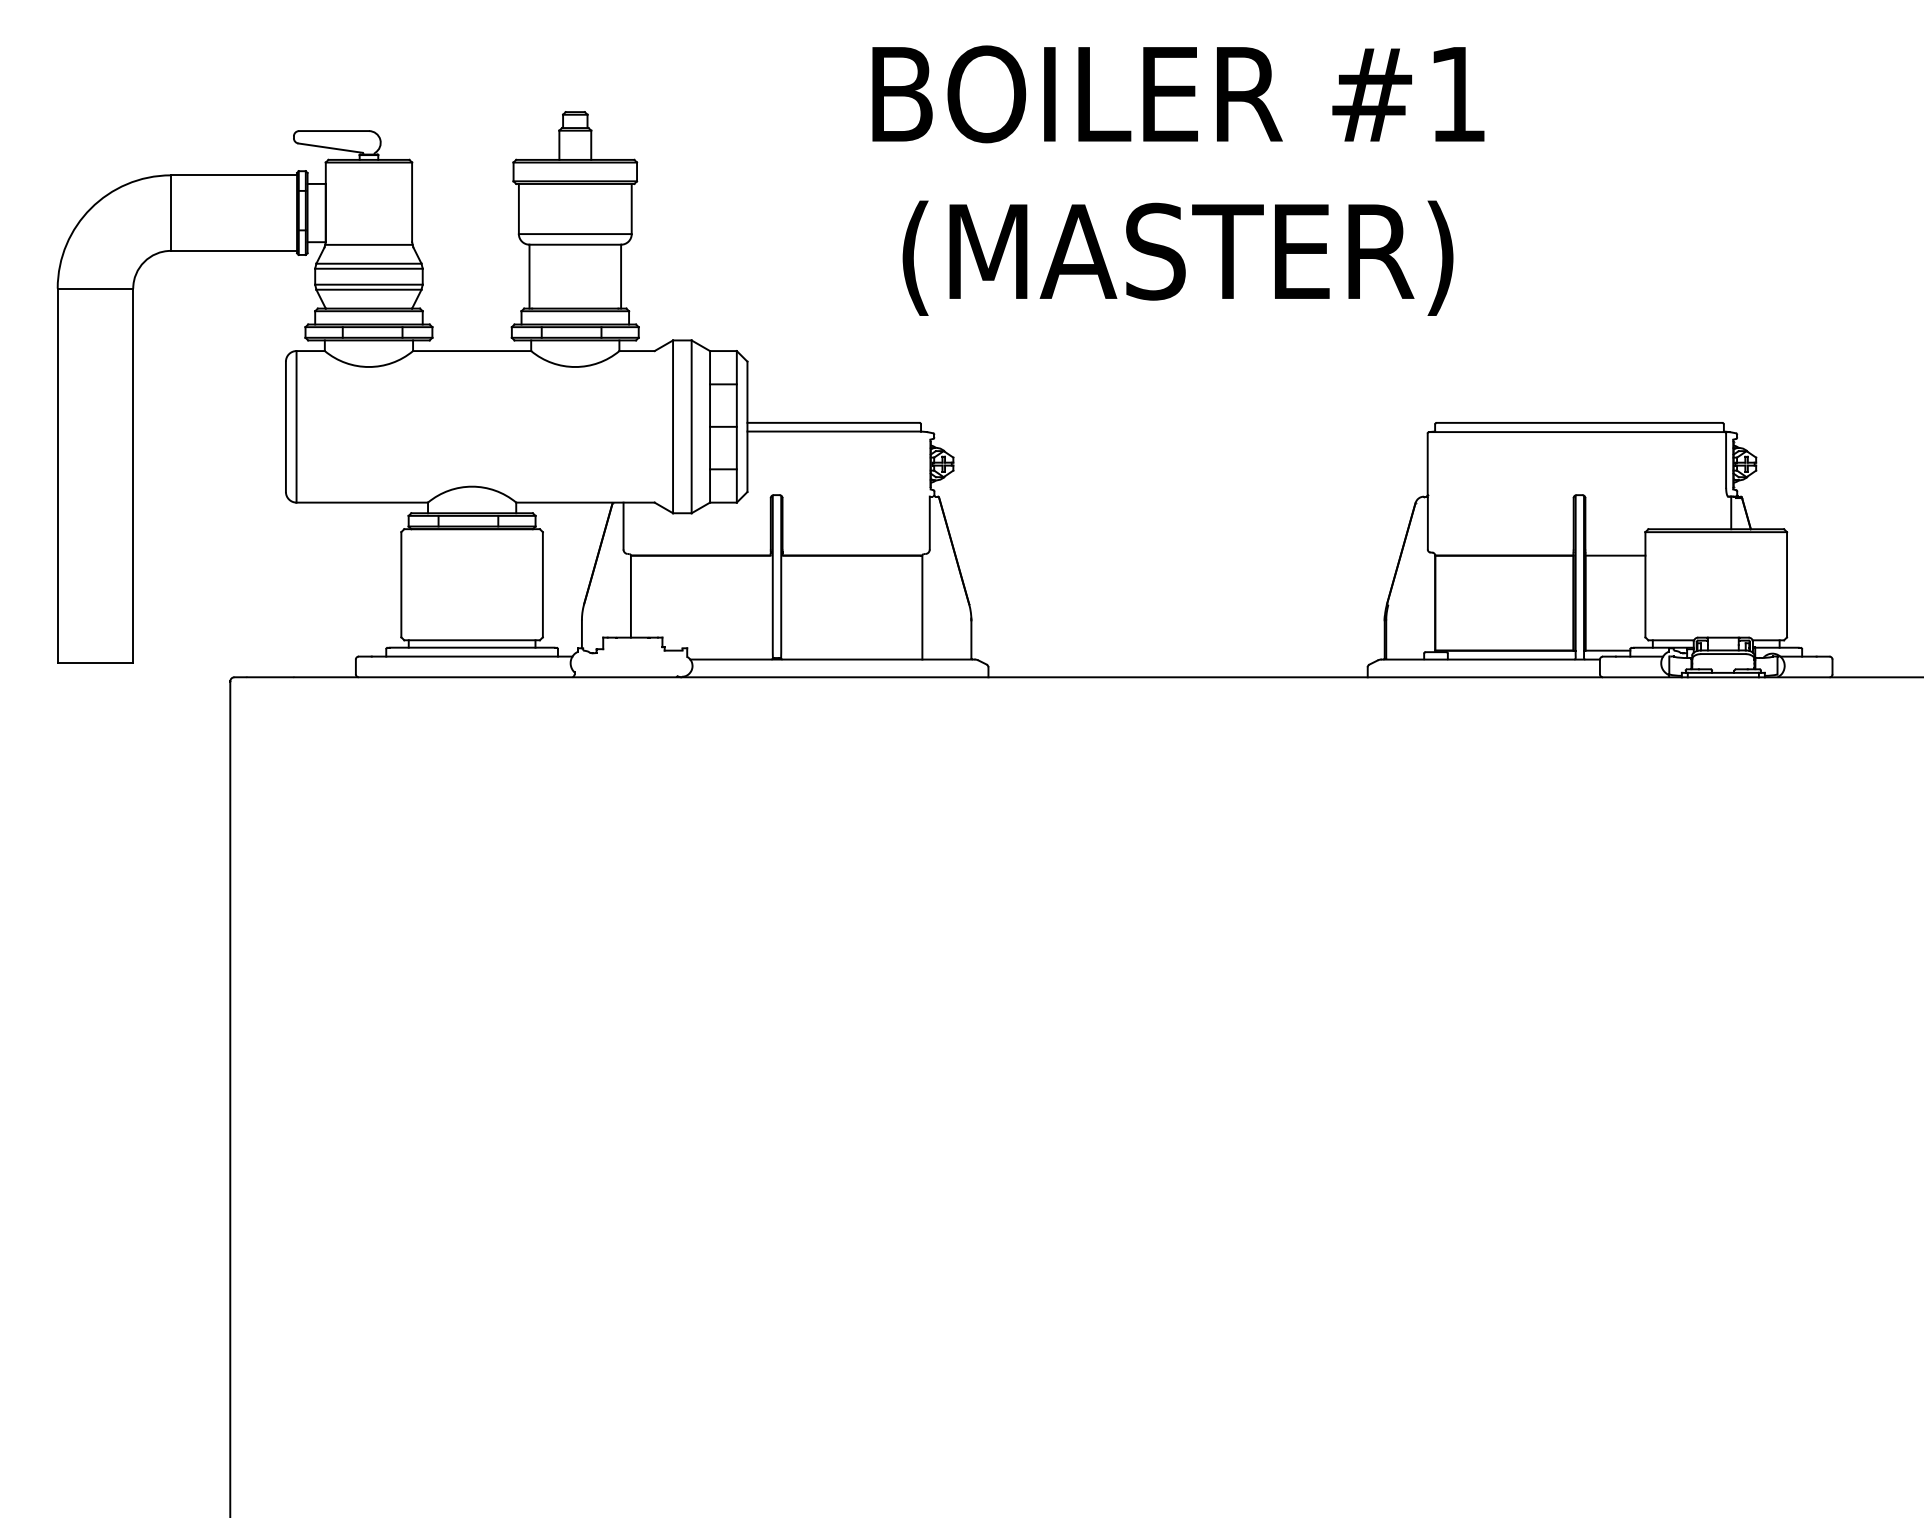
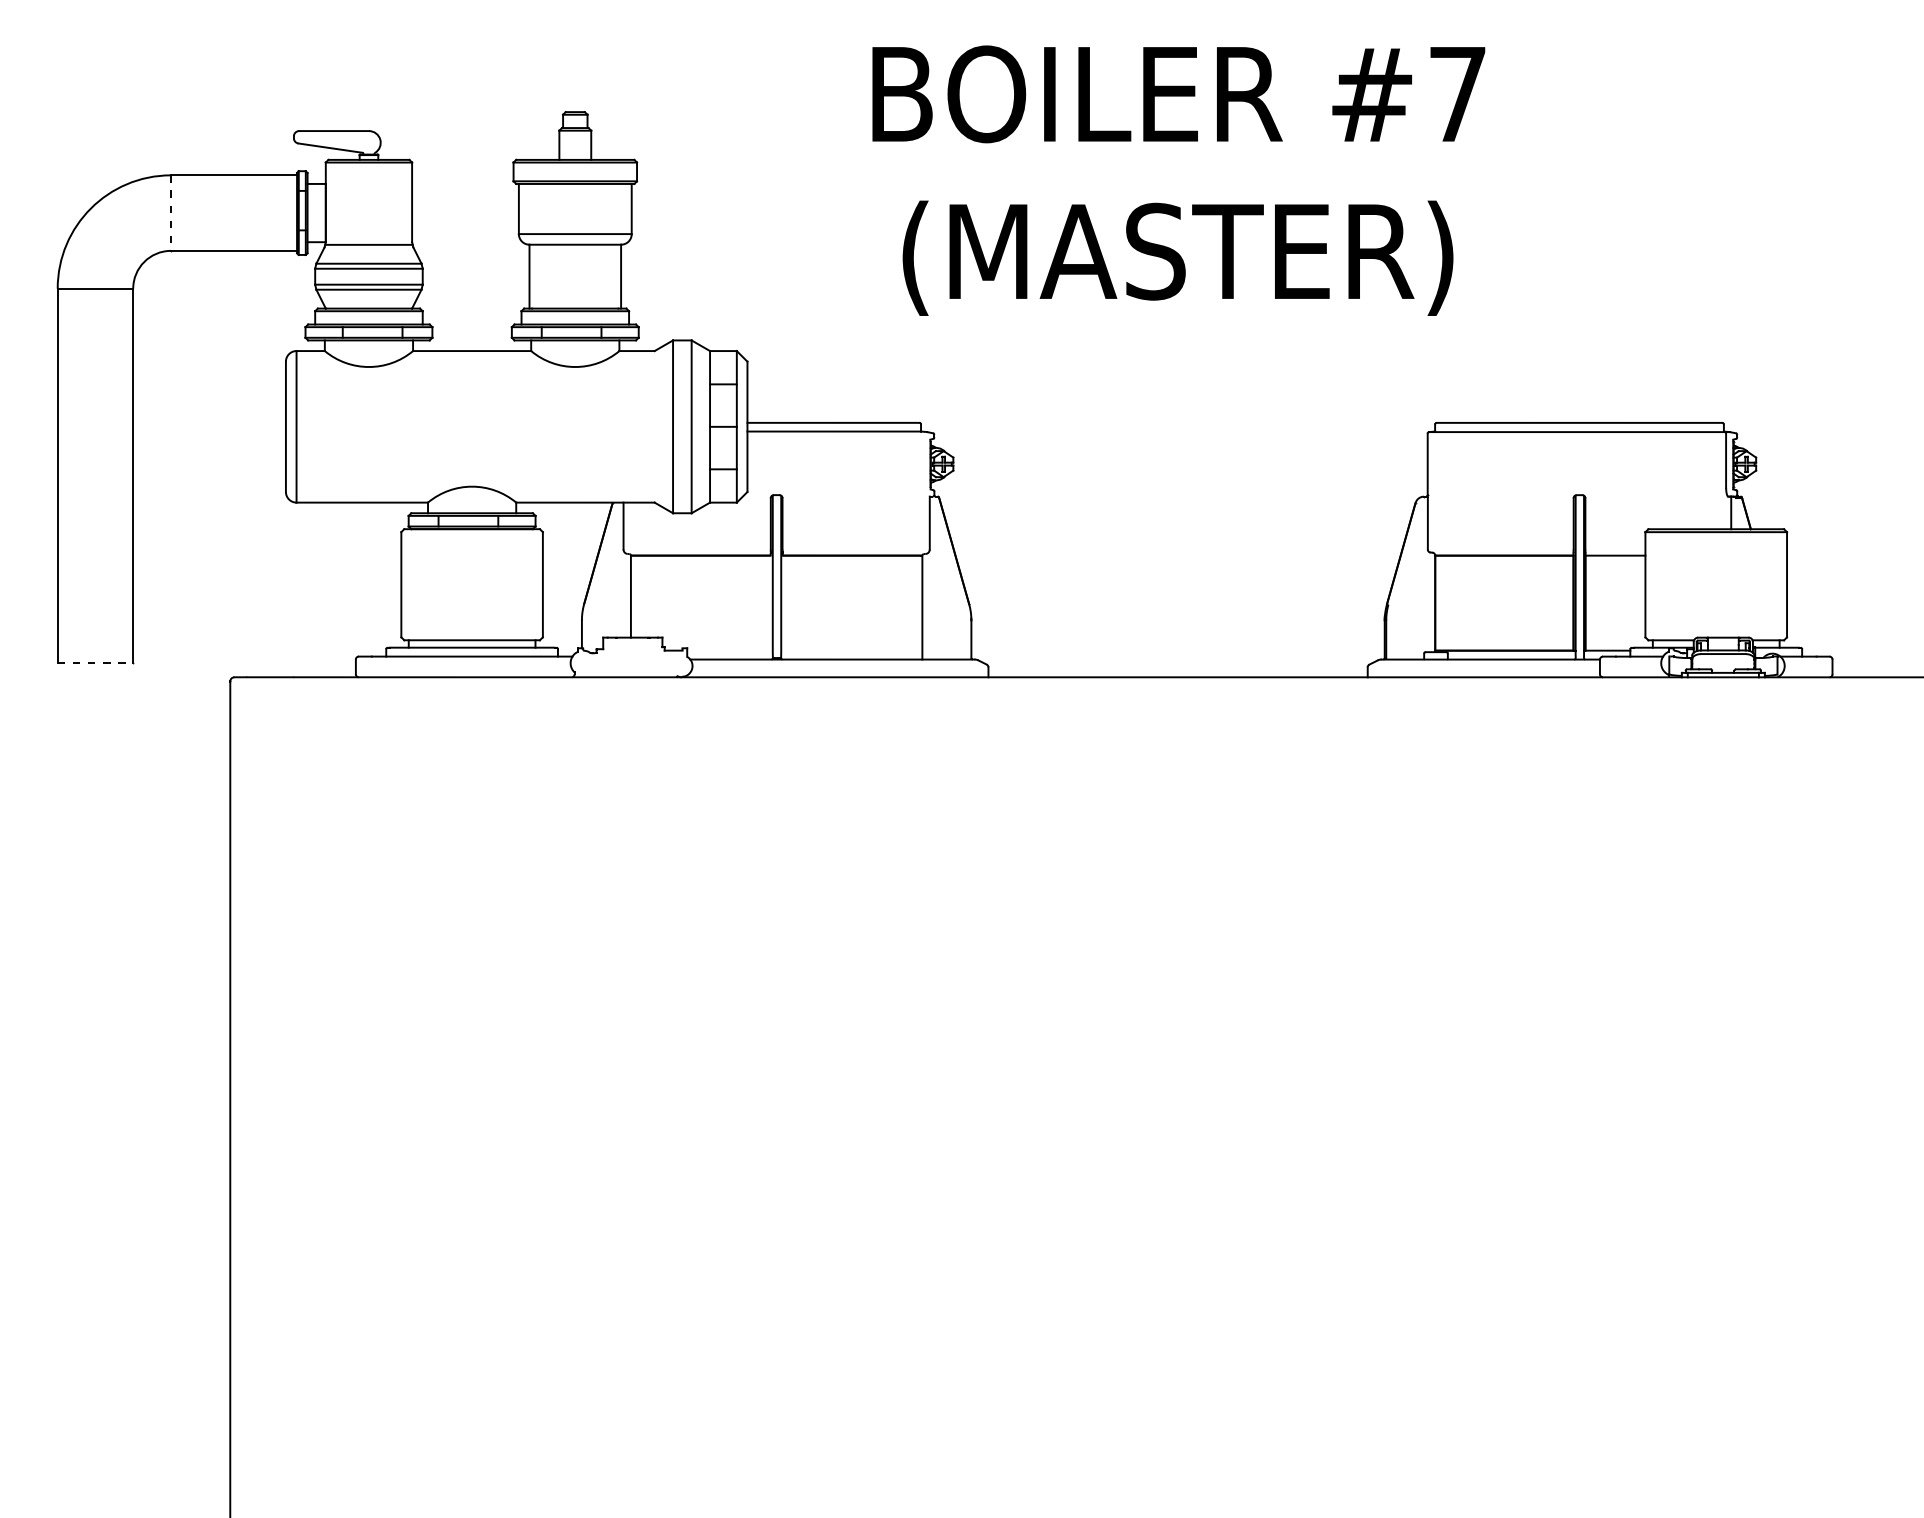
text at (1457, 94): #1 -> #7
line at (171, 213): solid -> dashed
line at (95, 663): solid -> dashed
